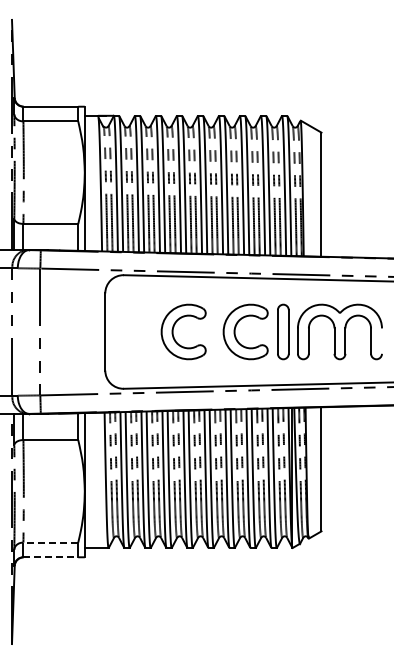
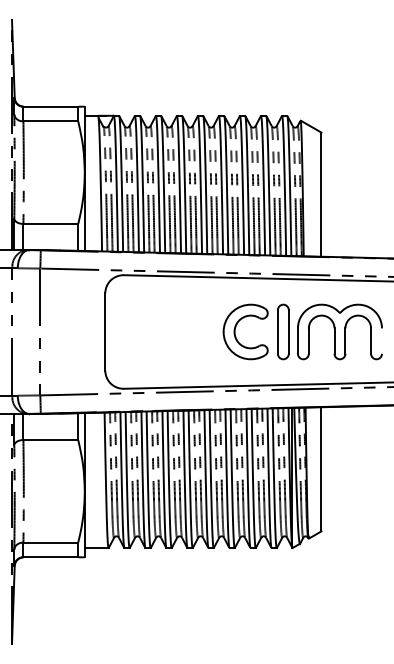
part at (174, 327): present -> none
line at (50, 542): dashed -> solid
line at (51, 557): dashed -> solid
